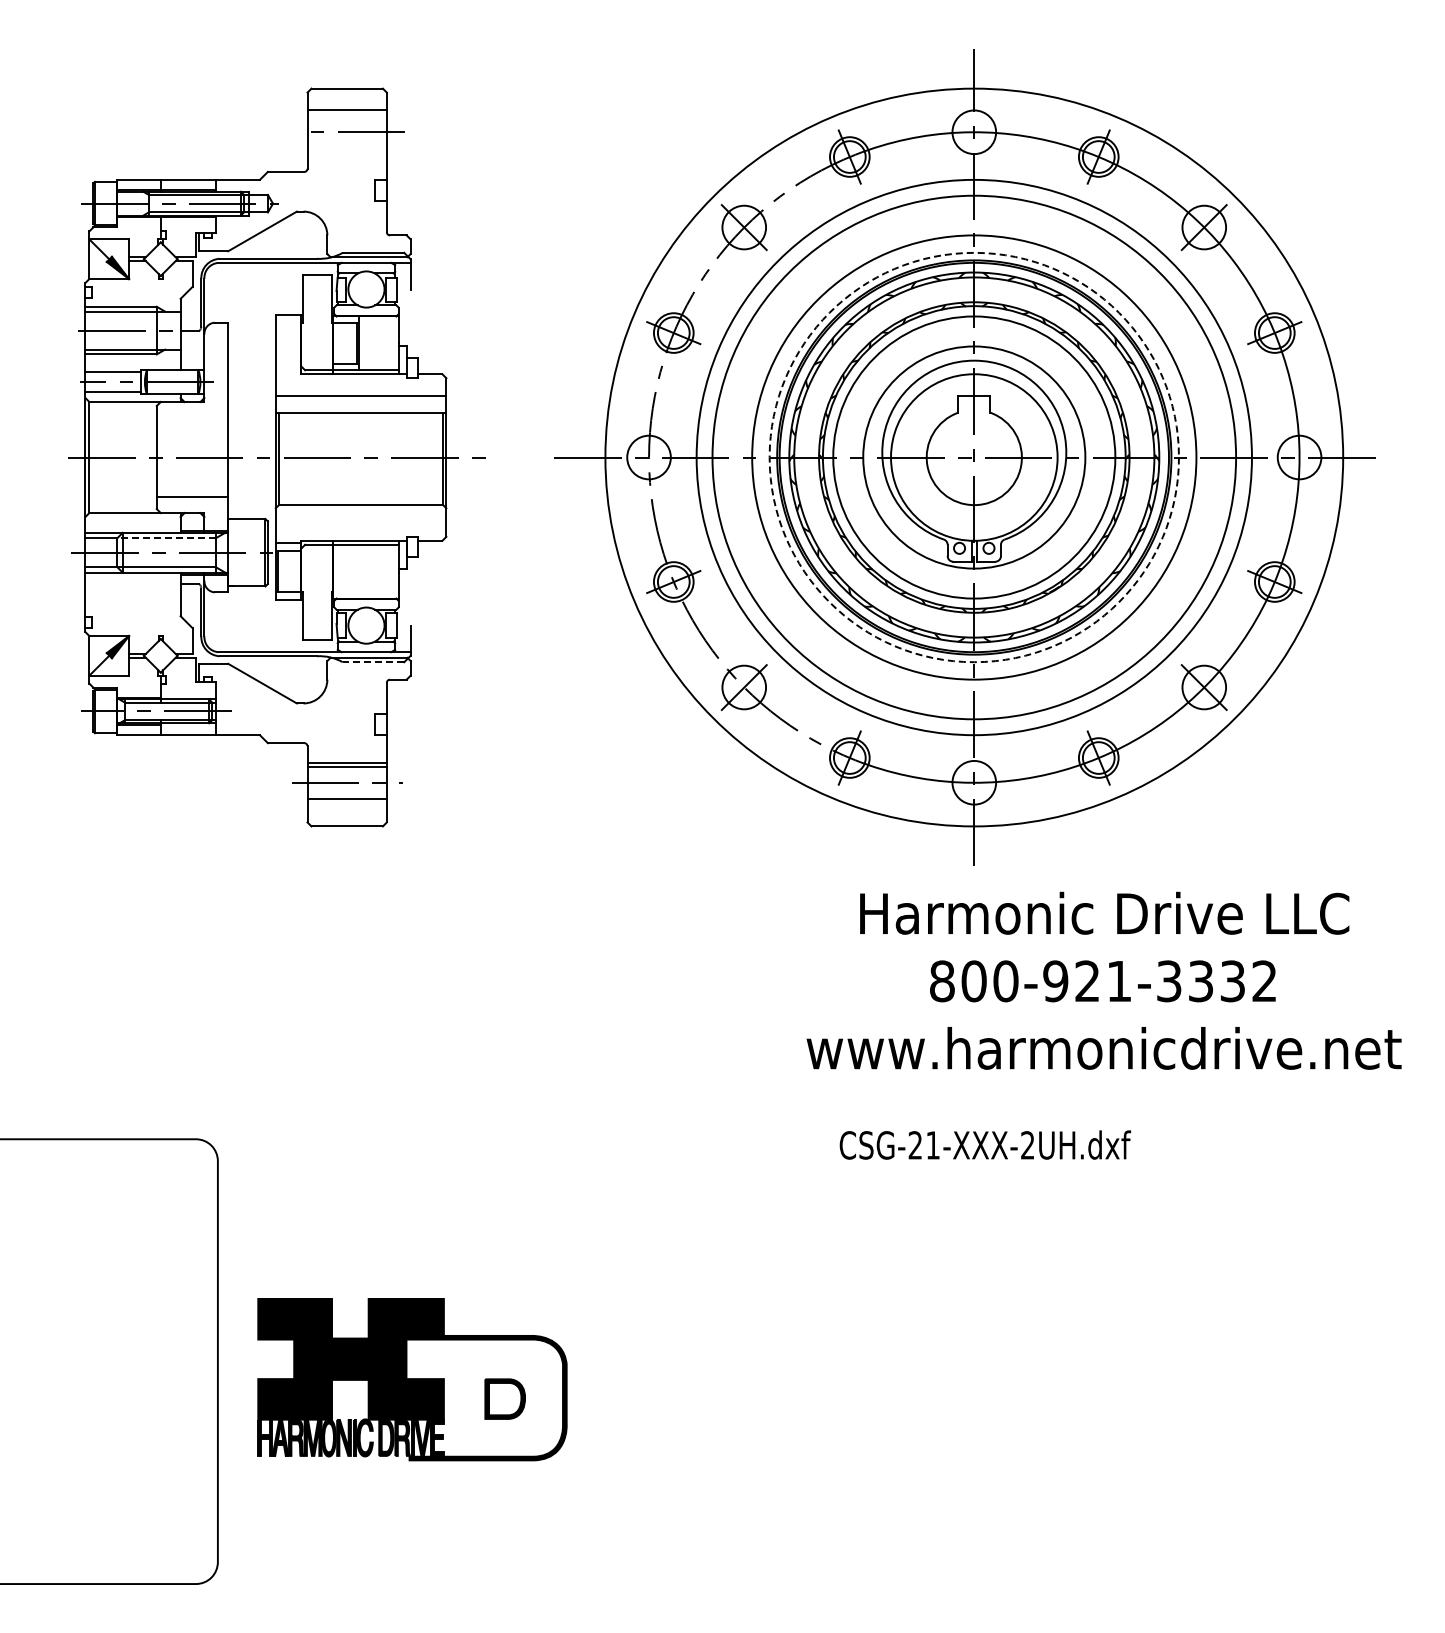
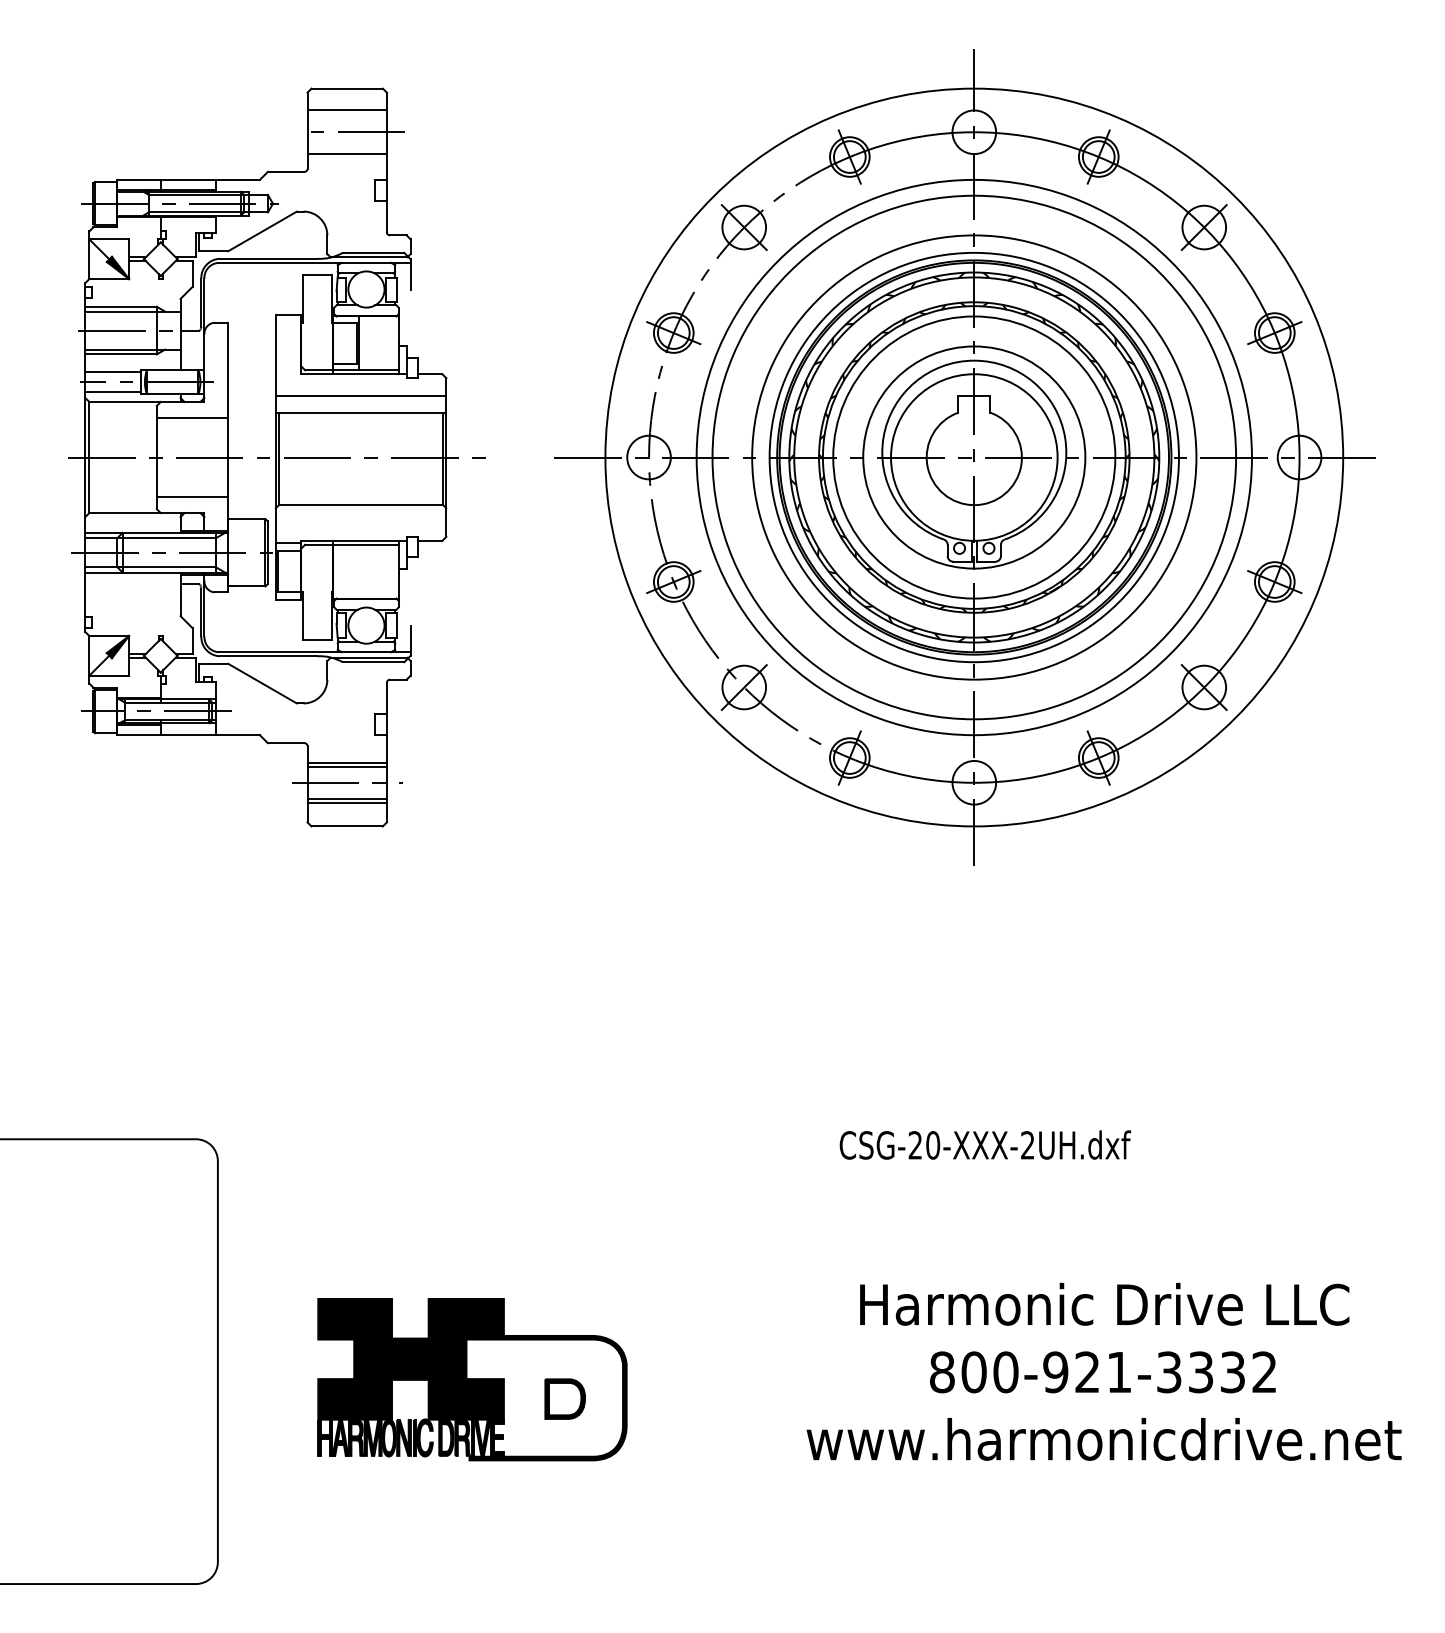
line at (346, 154): none -> present
line at (192, 417): none -> present
circle at (973, 457): dashed -> solid
line at (165, 538): dashed -> solid
line at (373, 662): dashed -> solid
line at (346, 802): none -> present
text at (1103, 980) position: (1103, 980) -> (1103, 1371)
text at (933, 1145): CSG-21-XXX-2UH.dxf -> CSG-20-XXX-2UH.dxf
part at (412, 1379) position: (412, 1379) -> (472, 1379)
